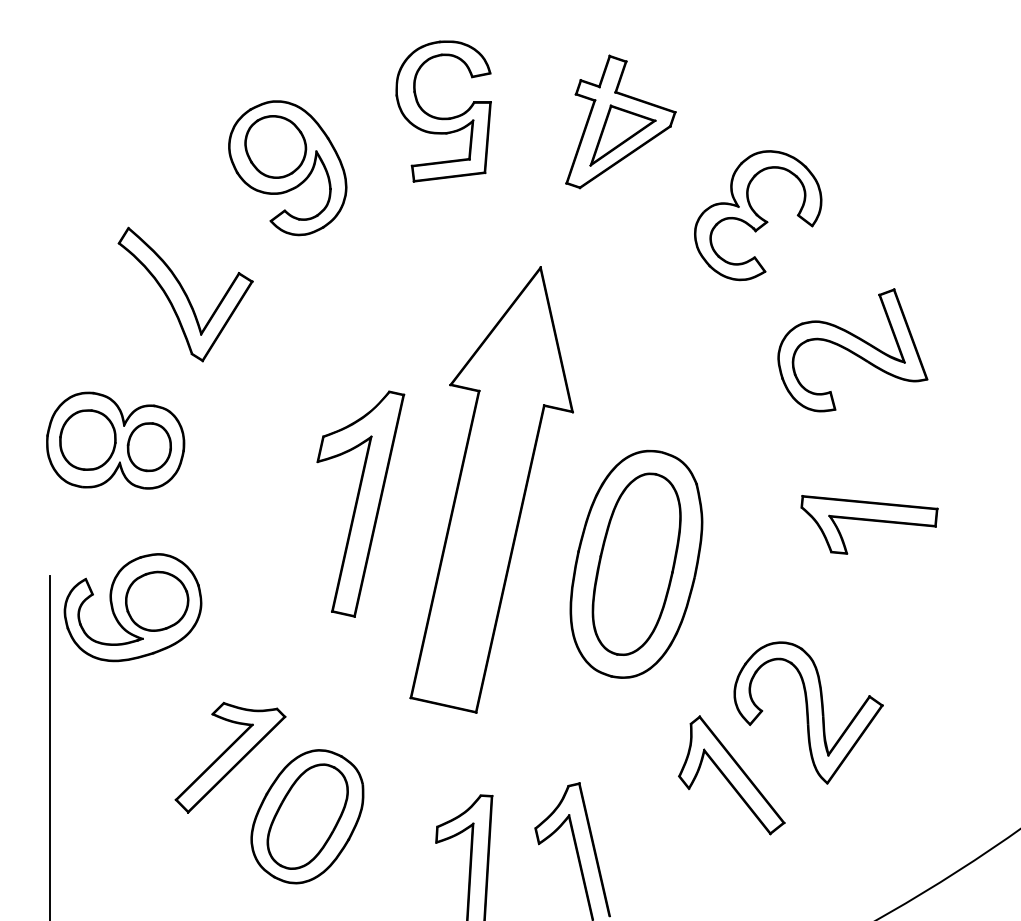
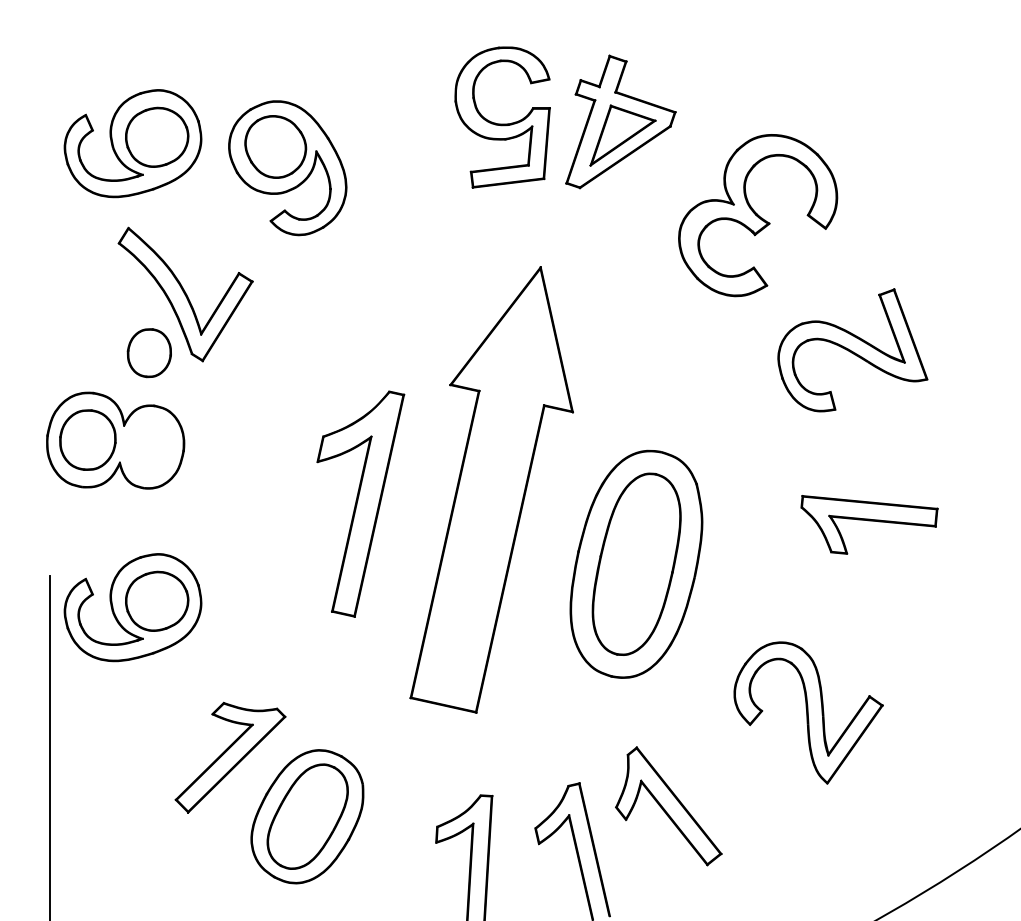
part at (443, 111) position: (443, 111) -> (502, 117)
part at (132, 143): none -> present
part at (758, 215) size: 129x132 px -> 161x164 px
part at (148, 447) position: (148, 447) -> (148, 353)
part at (731, 775) position: (731, 775) -> (668, 806)
